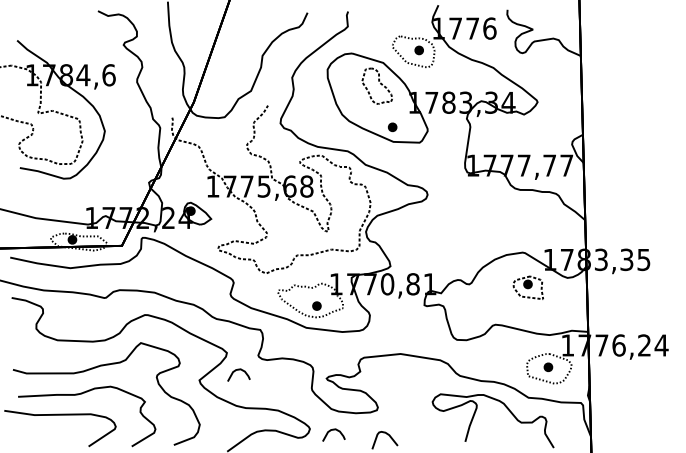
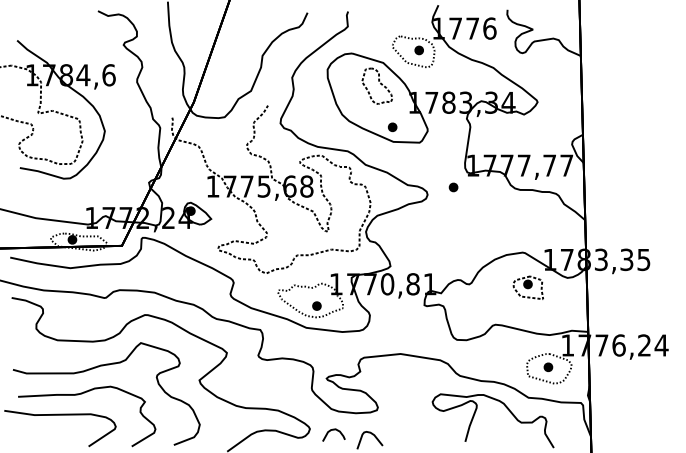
part at (453, 187): none -> present
curve at (238, 370): present -> none
curve at (387, 435) position: (387, 435) -> (372, 435)
